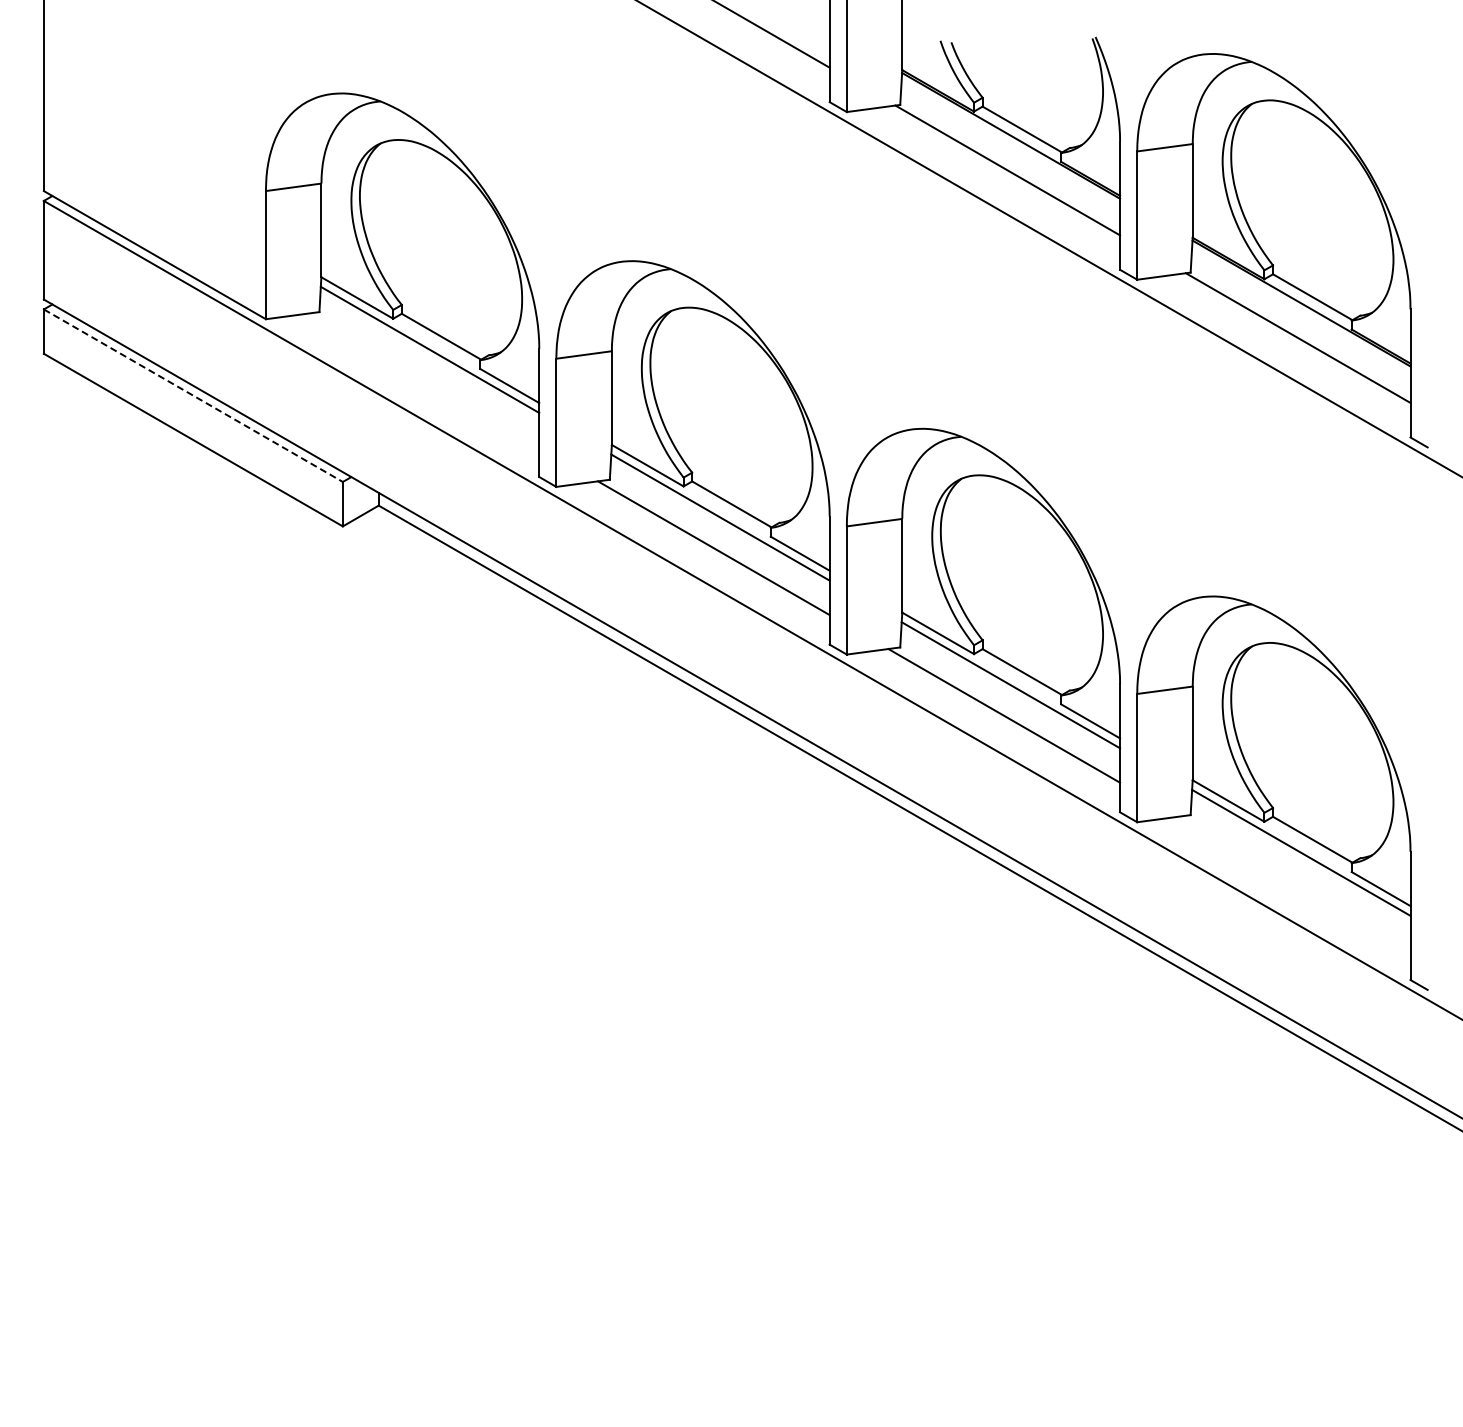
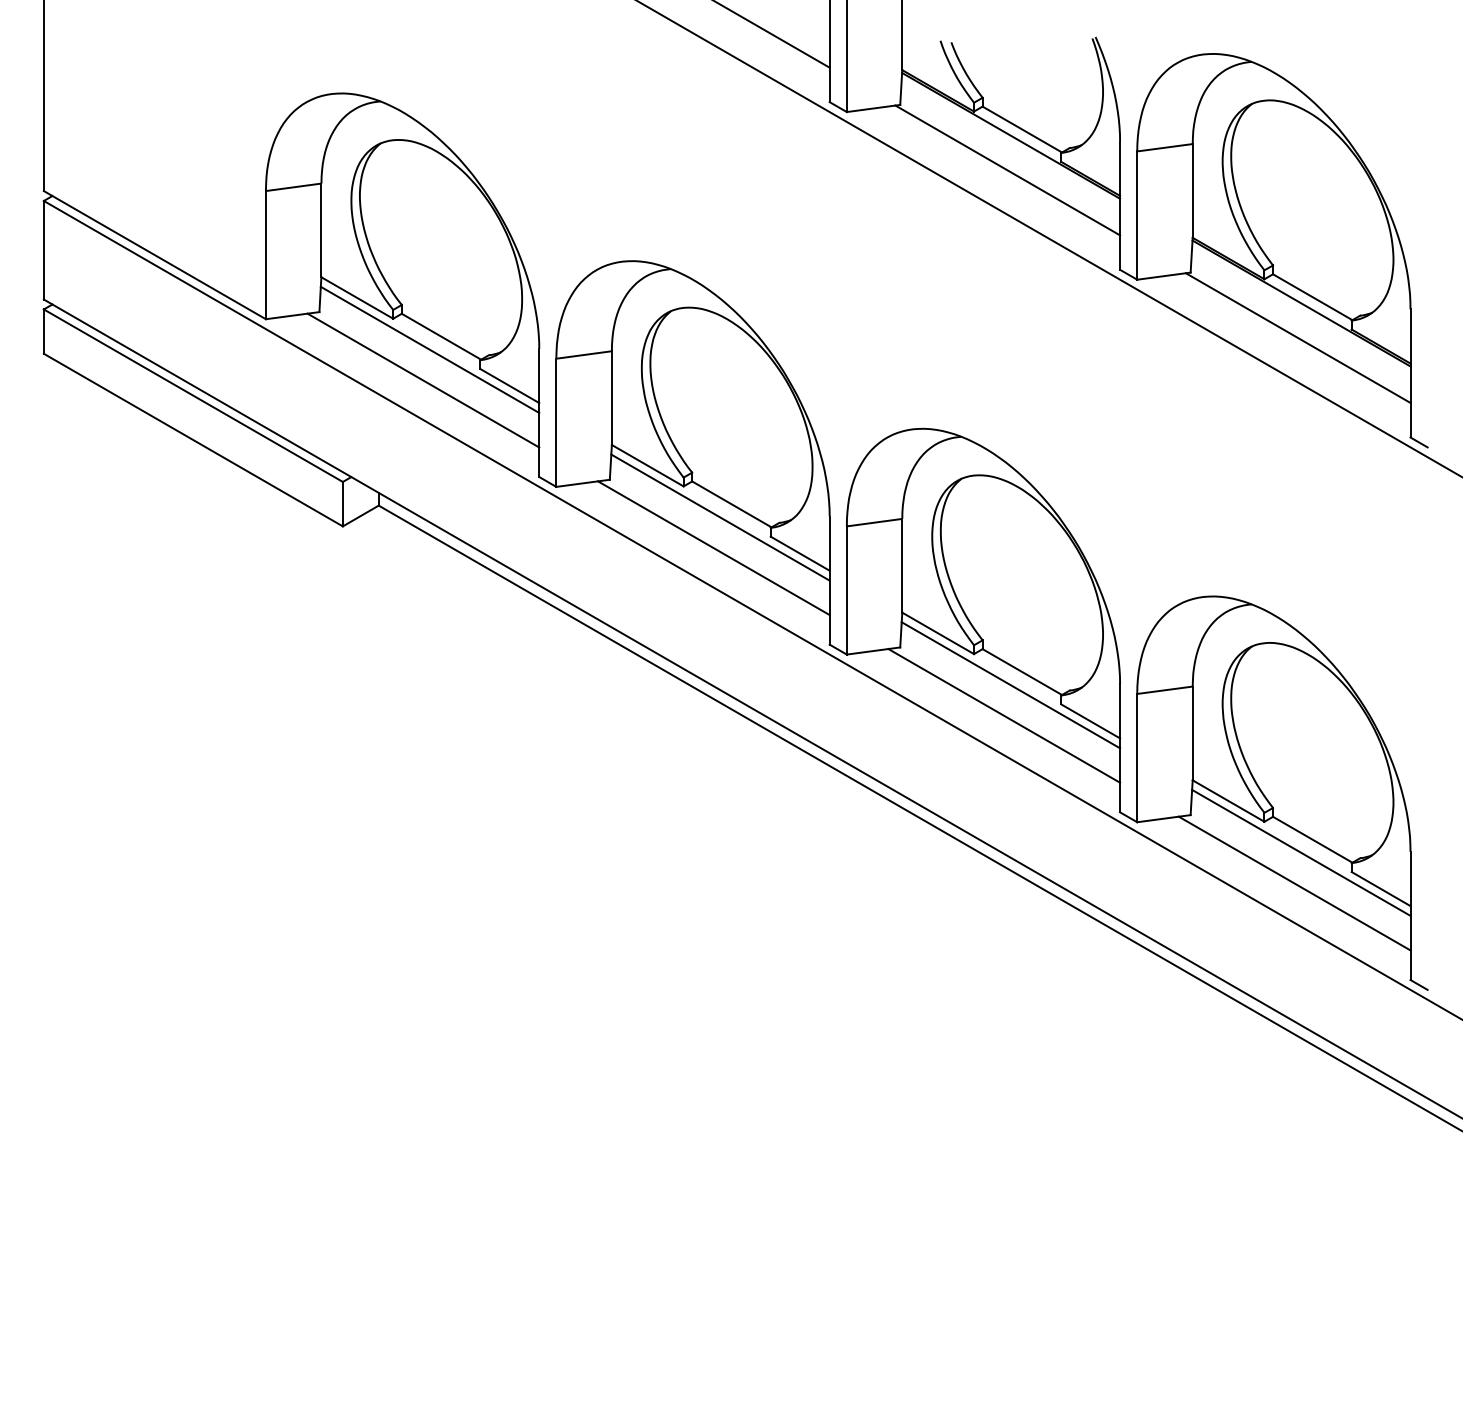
line at (423, 380): none -> present
line at (193, 395): dashed -> solid
line at (1294, 883): none -> present
